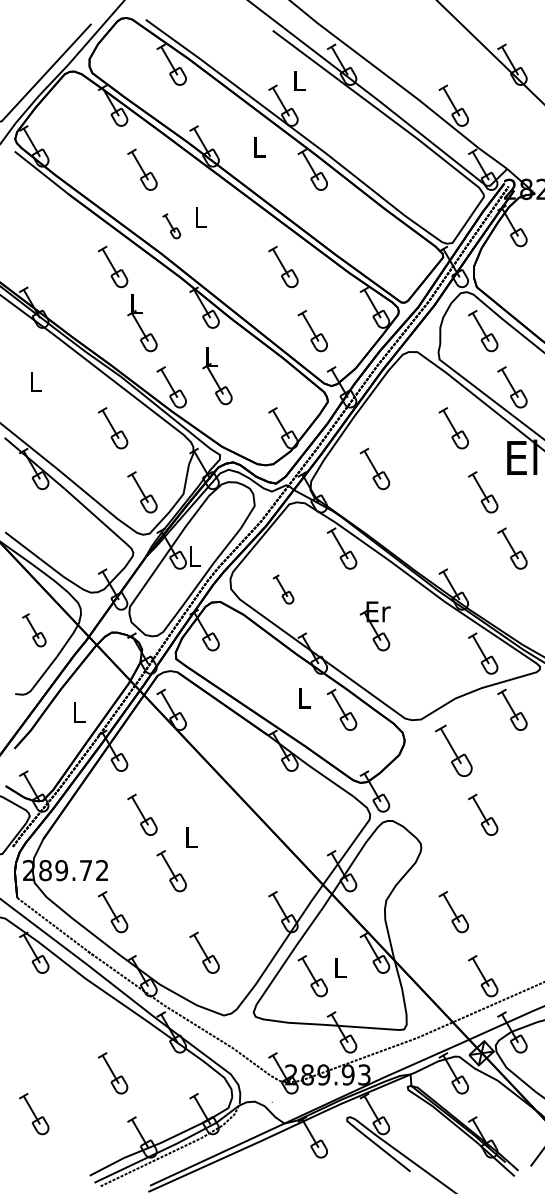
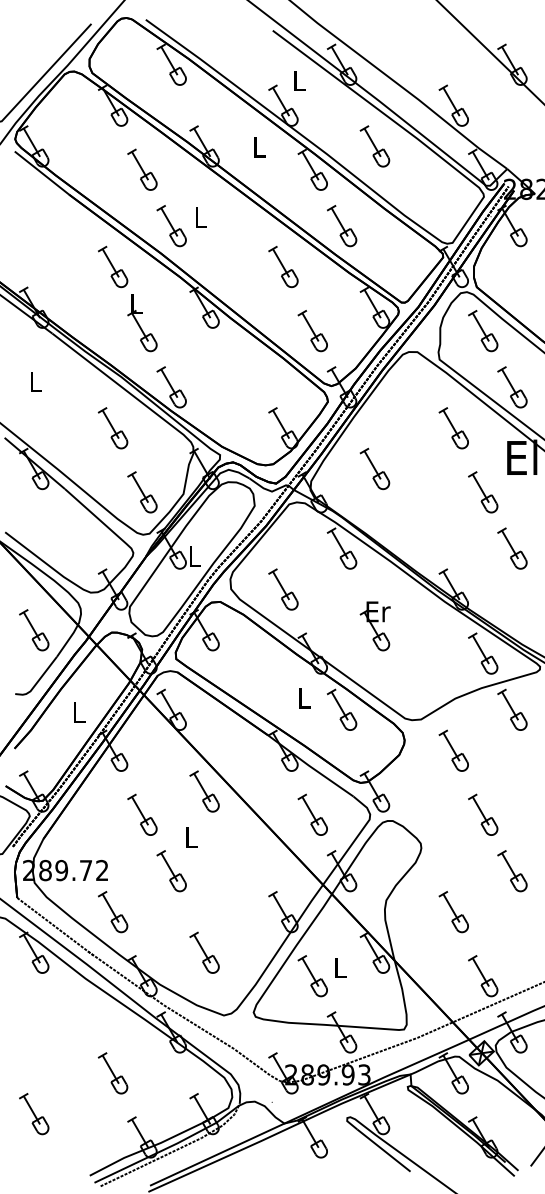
part at (374, 146): none -> present
part at (171, 226) size: 20x27 px -> 31x43 px
part at (342, 226): none -> present
part at (217, 376): present -> none
part at (283, 589) size: 23x31 px -> 31x43 px
part at (34, 630) size: 25x35 px -> 31x43 px
part at (453, 750) size: 38x53 px -> 31x43 px
part at (204, 791): none -> present
part at (312, 814): none -> present
part at (512, 871): none -> present
